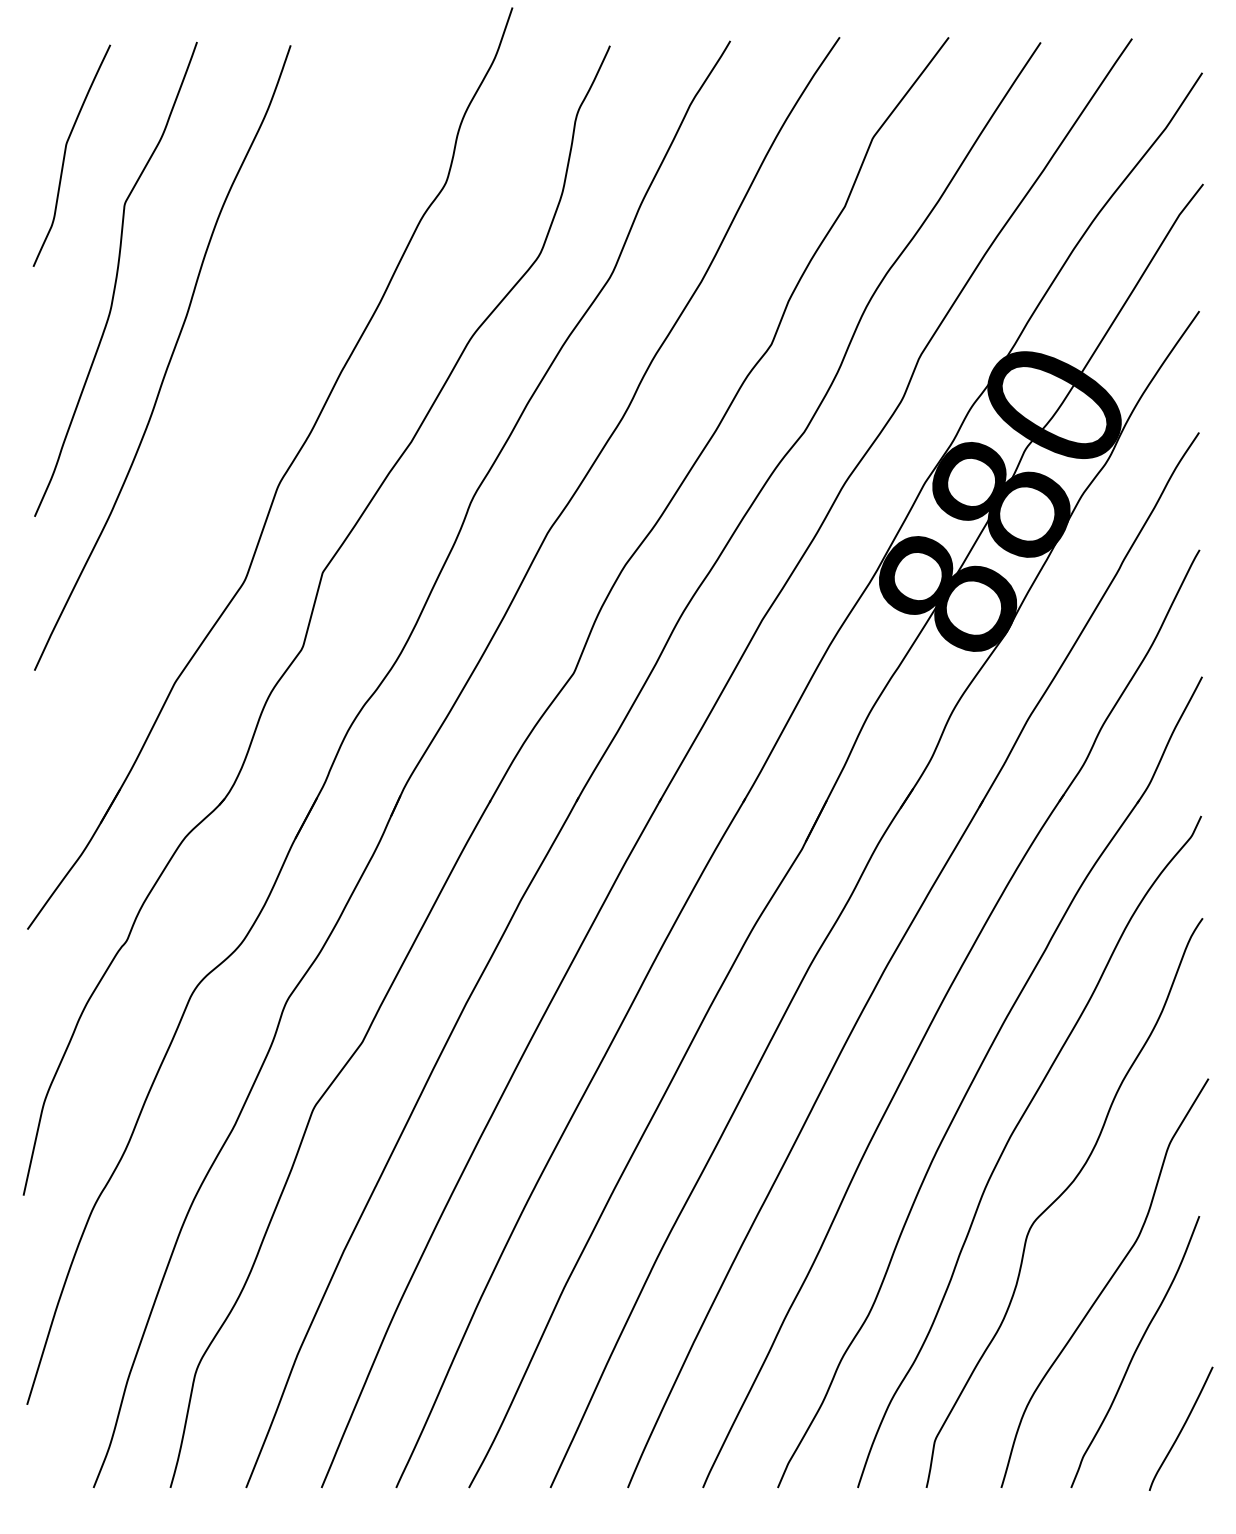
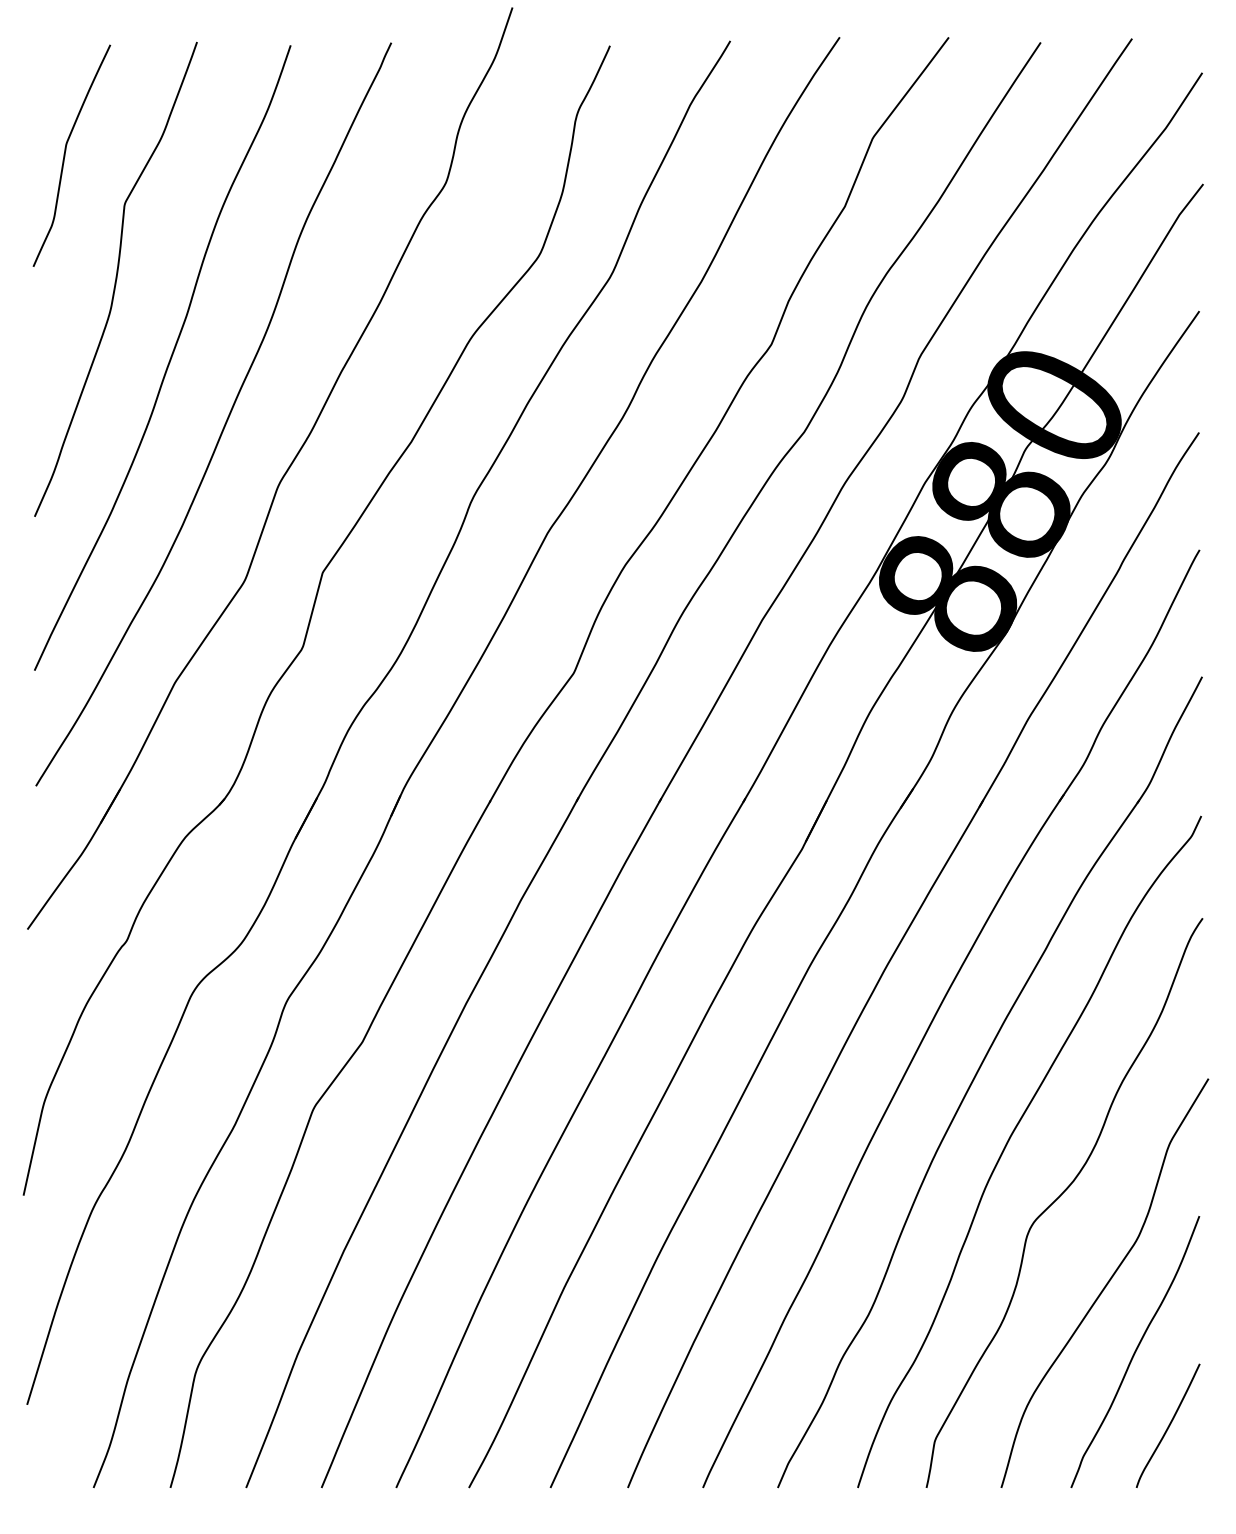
curve at (225, 421): none -> present
curve at (1181, 1428) position: (1181, 1428) -> (1168, 1425)
